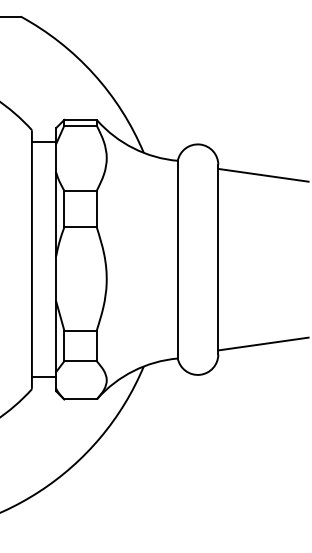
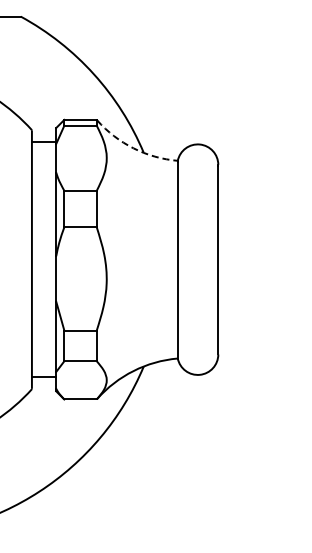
arc at (133, 148): solid -> dashed
line at (263, 174): present -> none
line at (263, 343): present -> none
